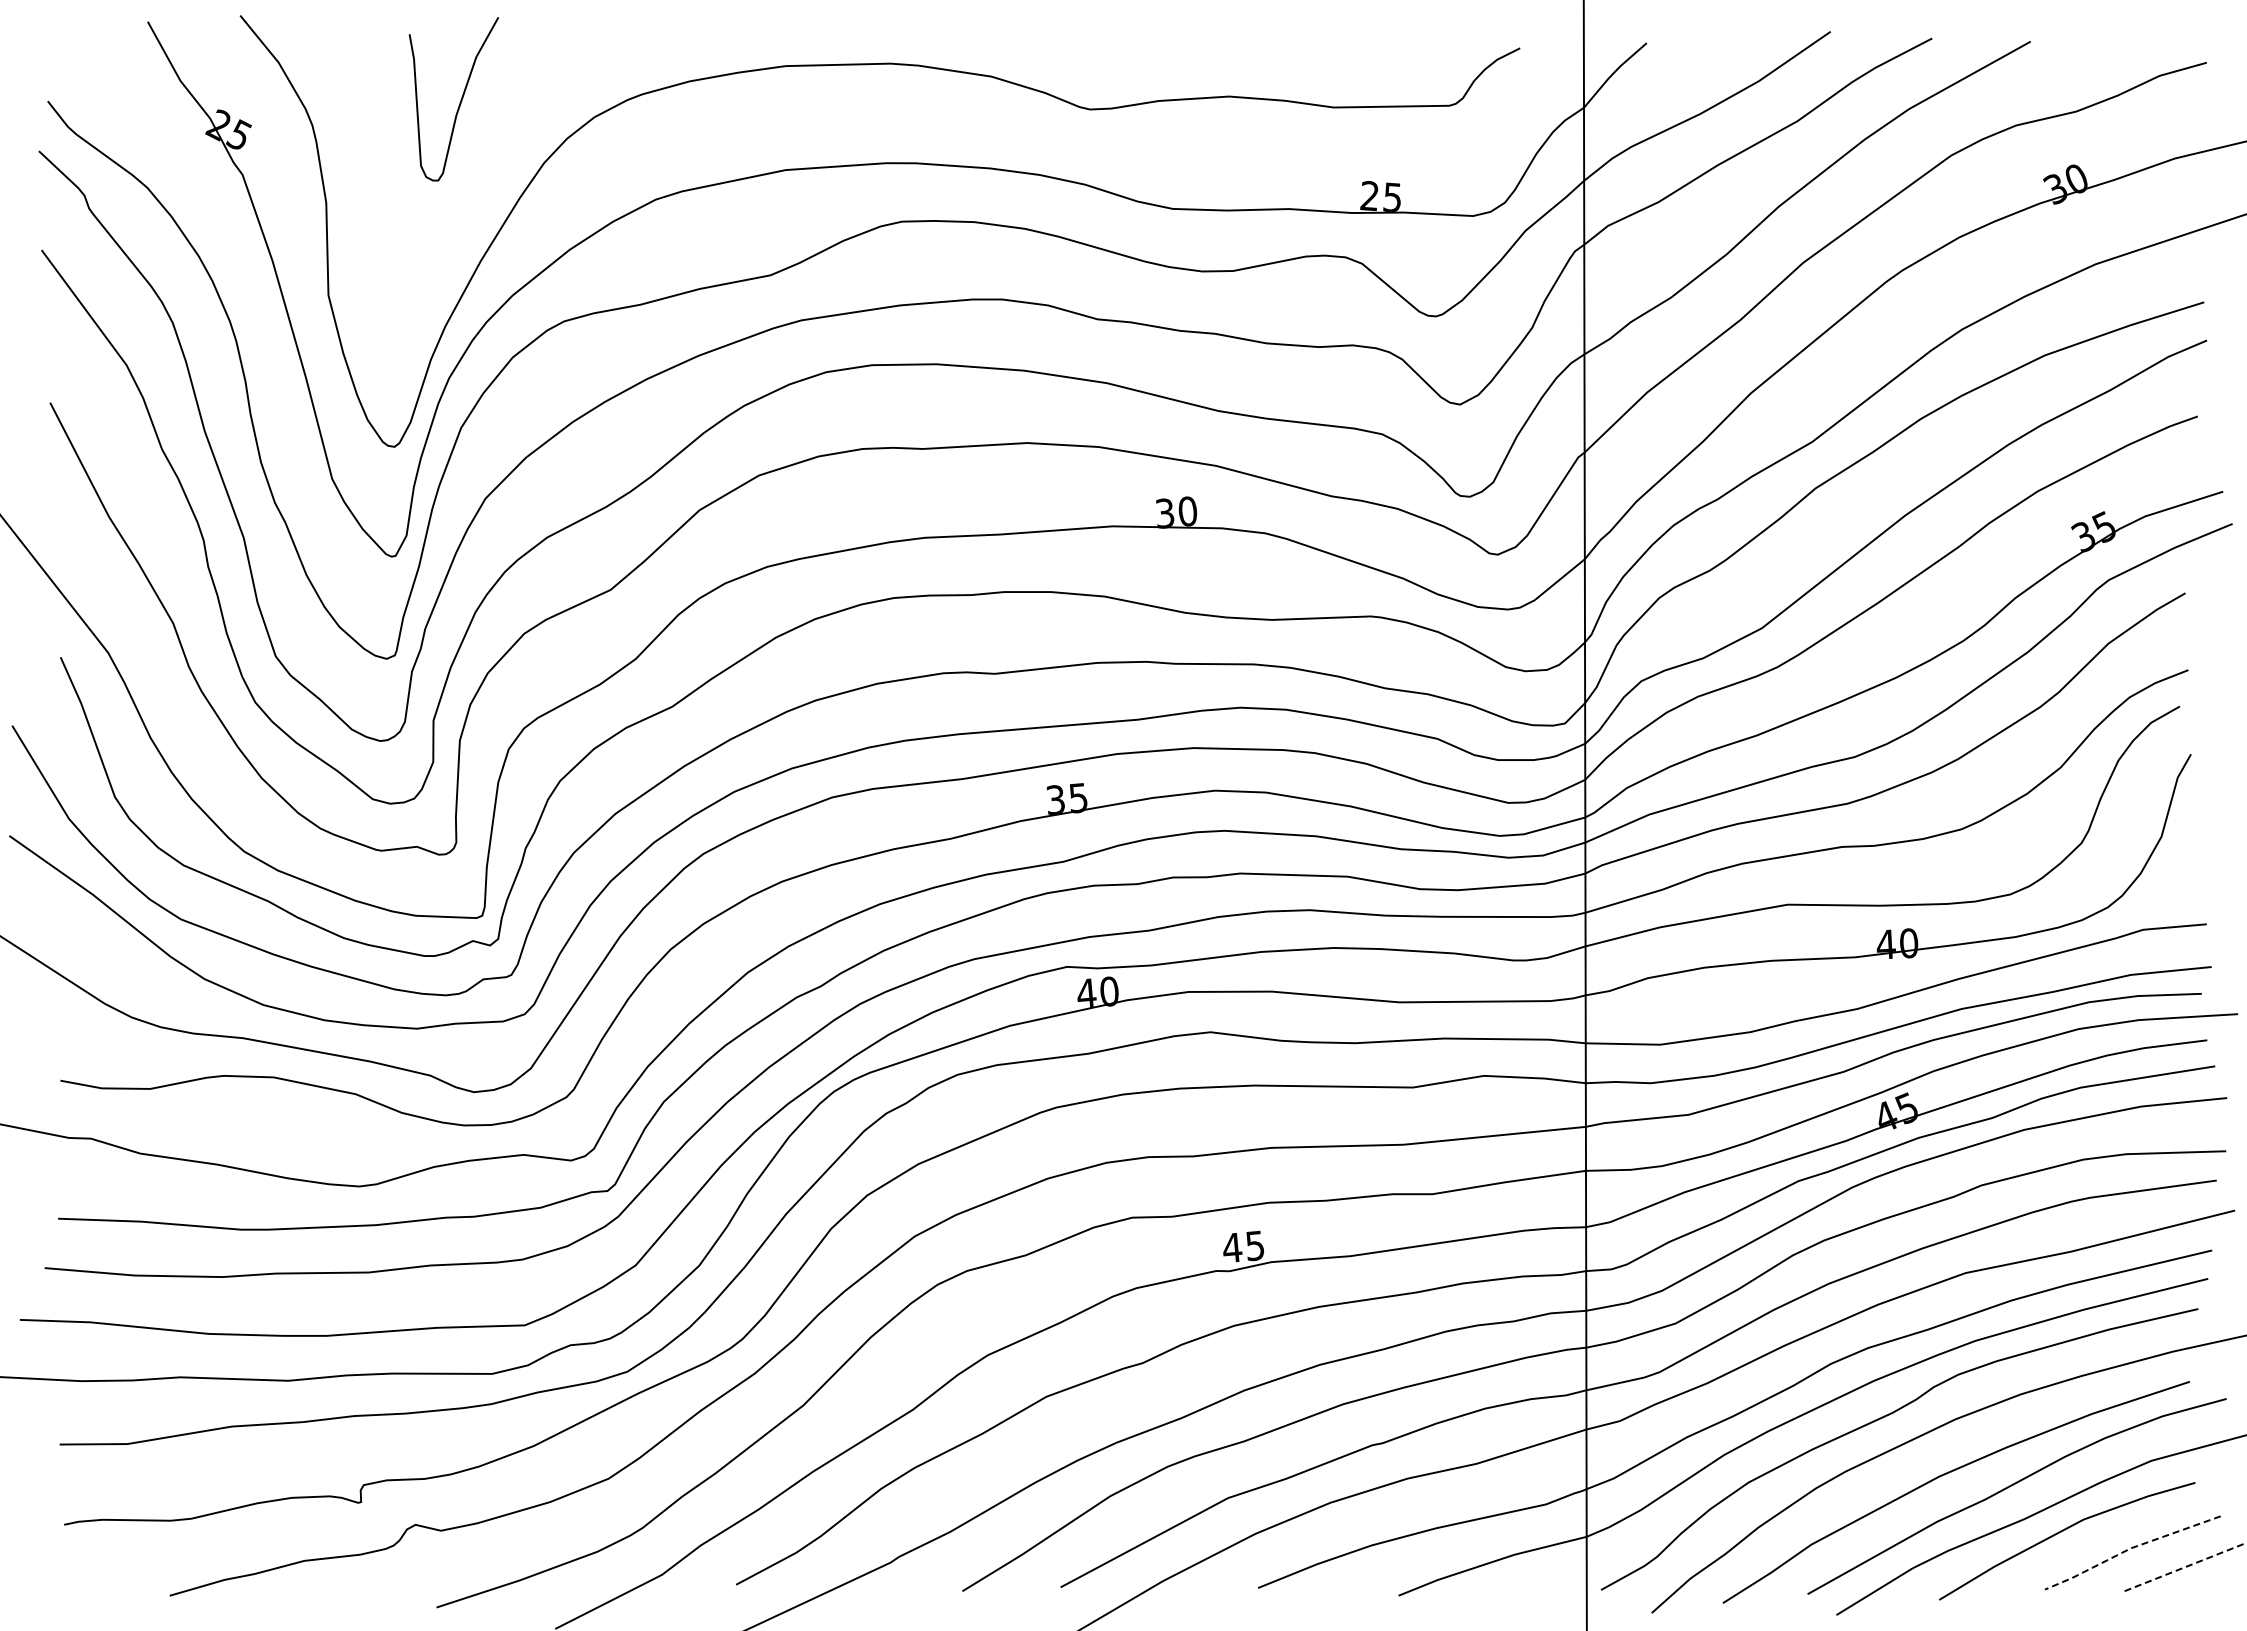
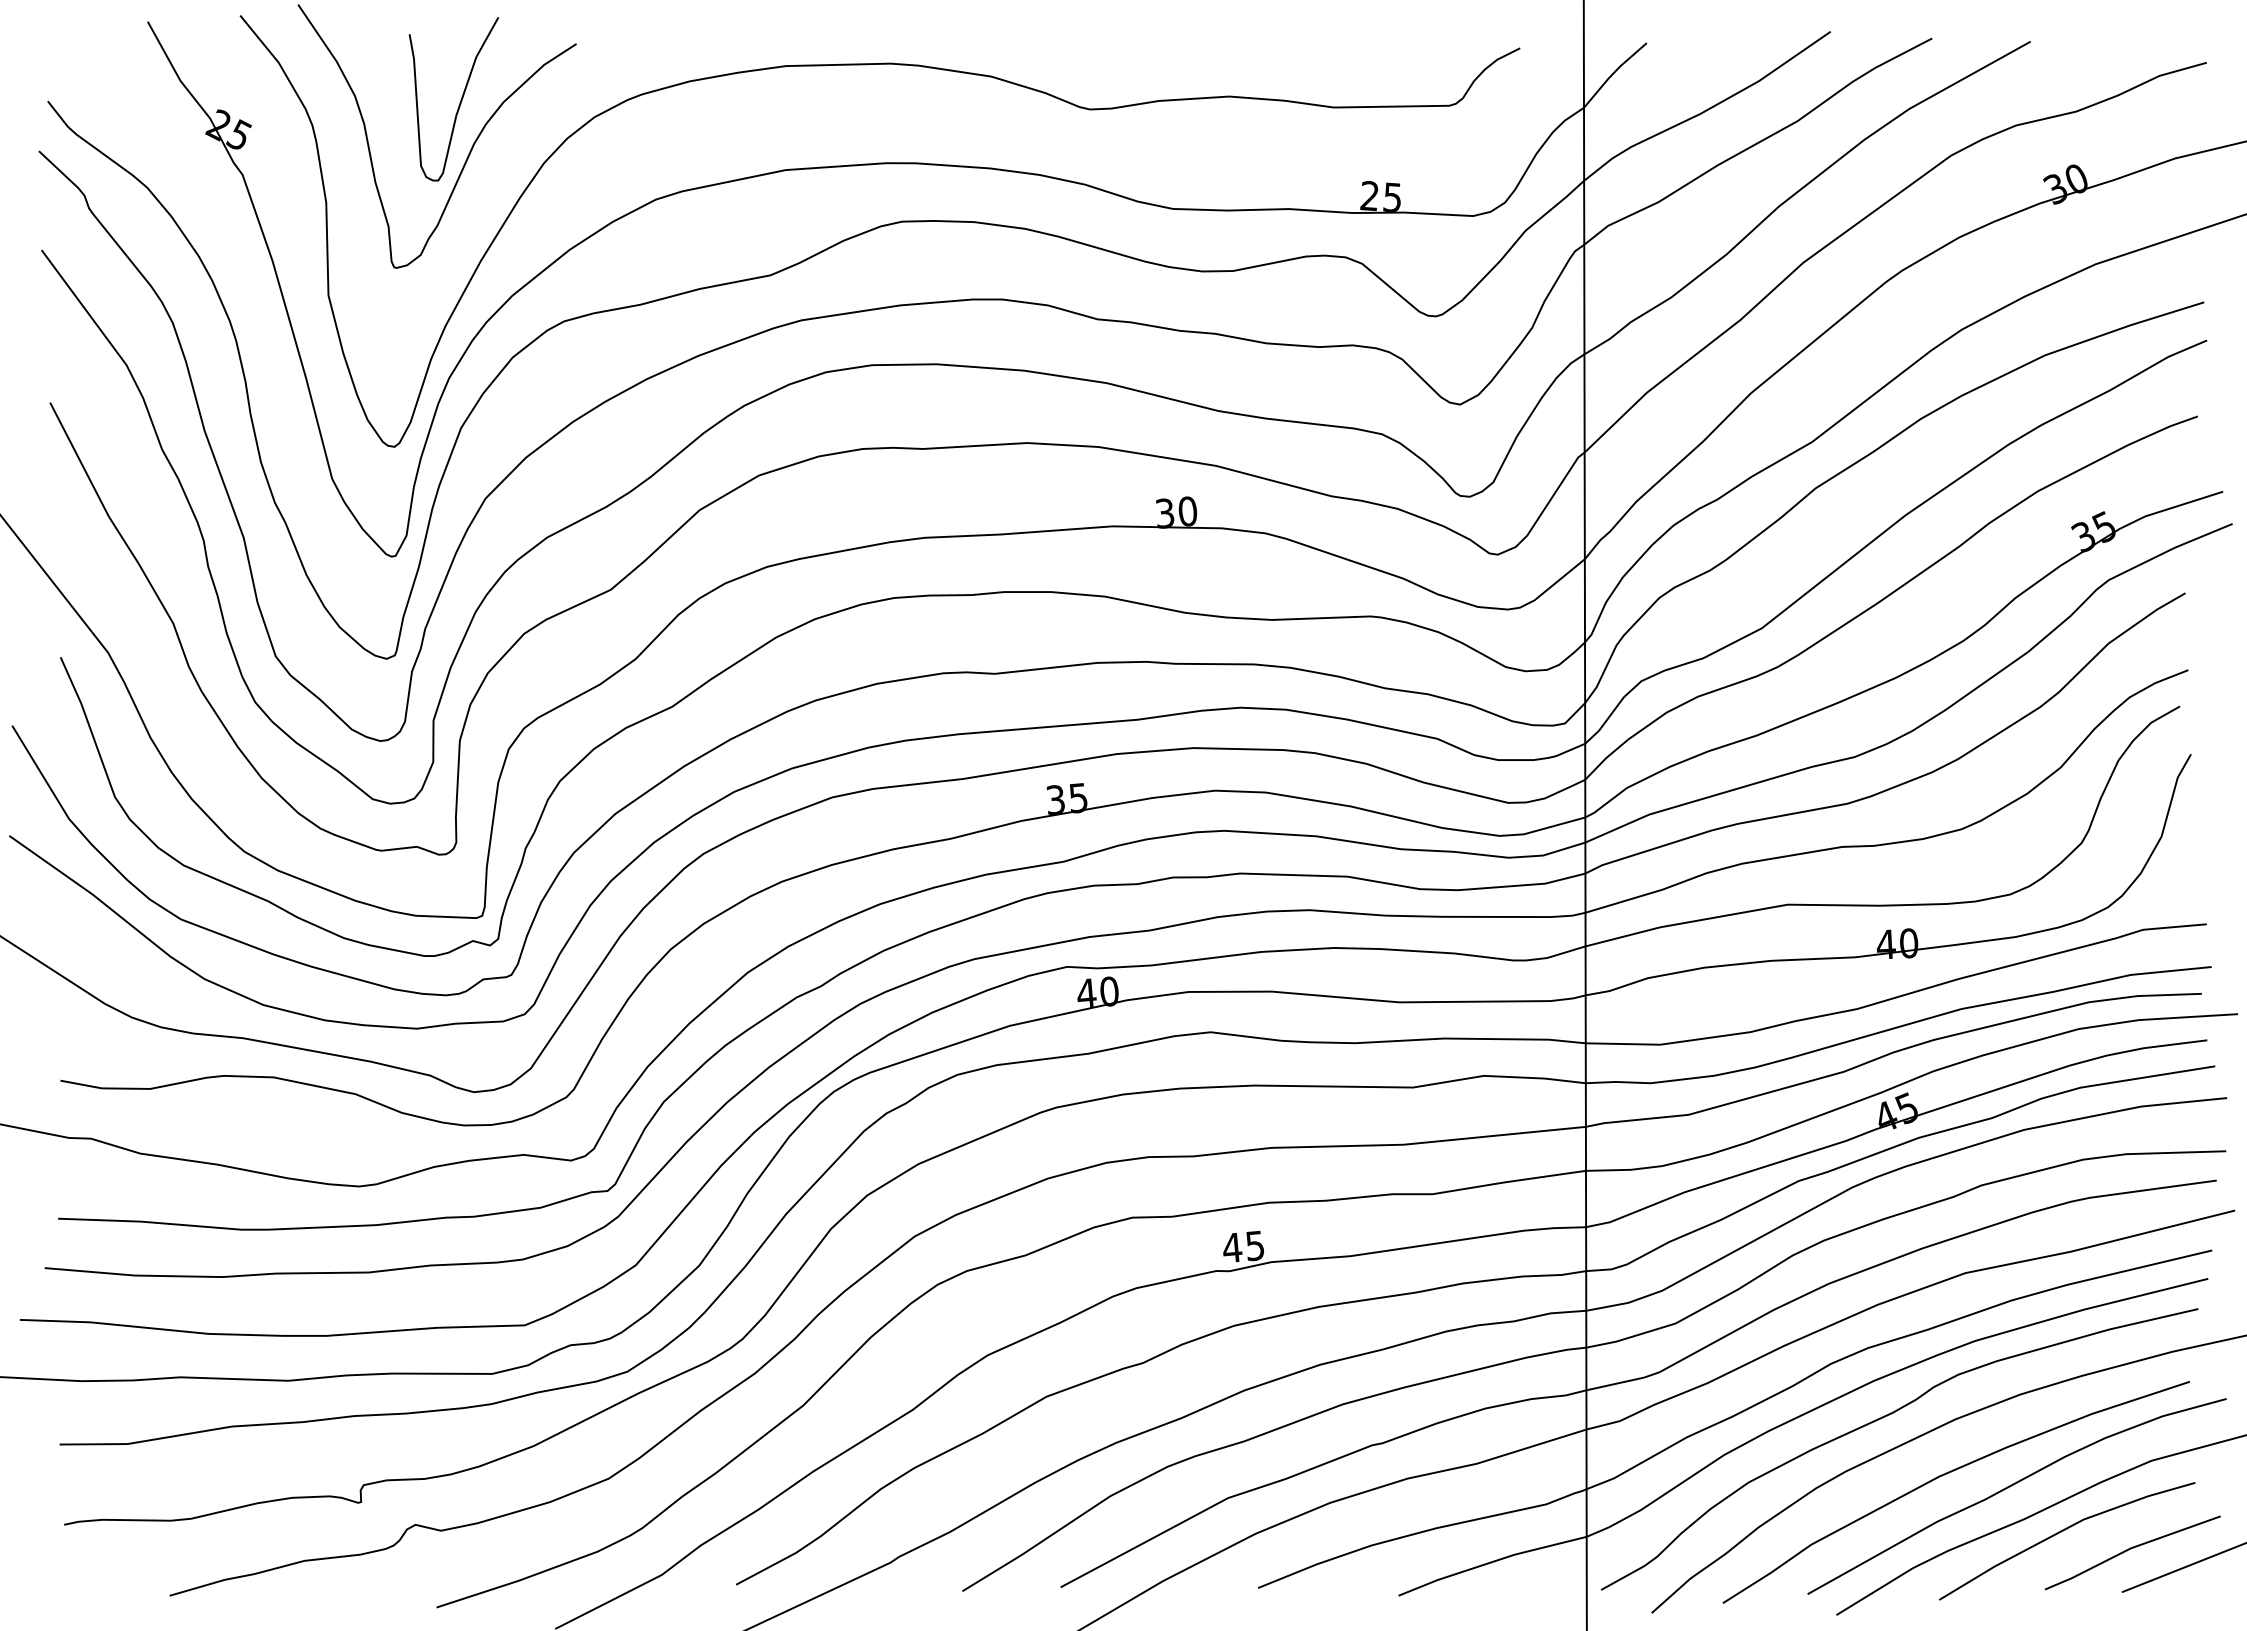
curve at (468, 153): none -> present
line at (2129, 1548): dashed -> solid
line at (2184, 1567): dashed -> solid
